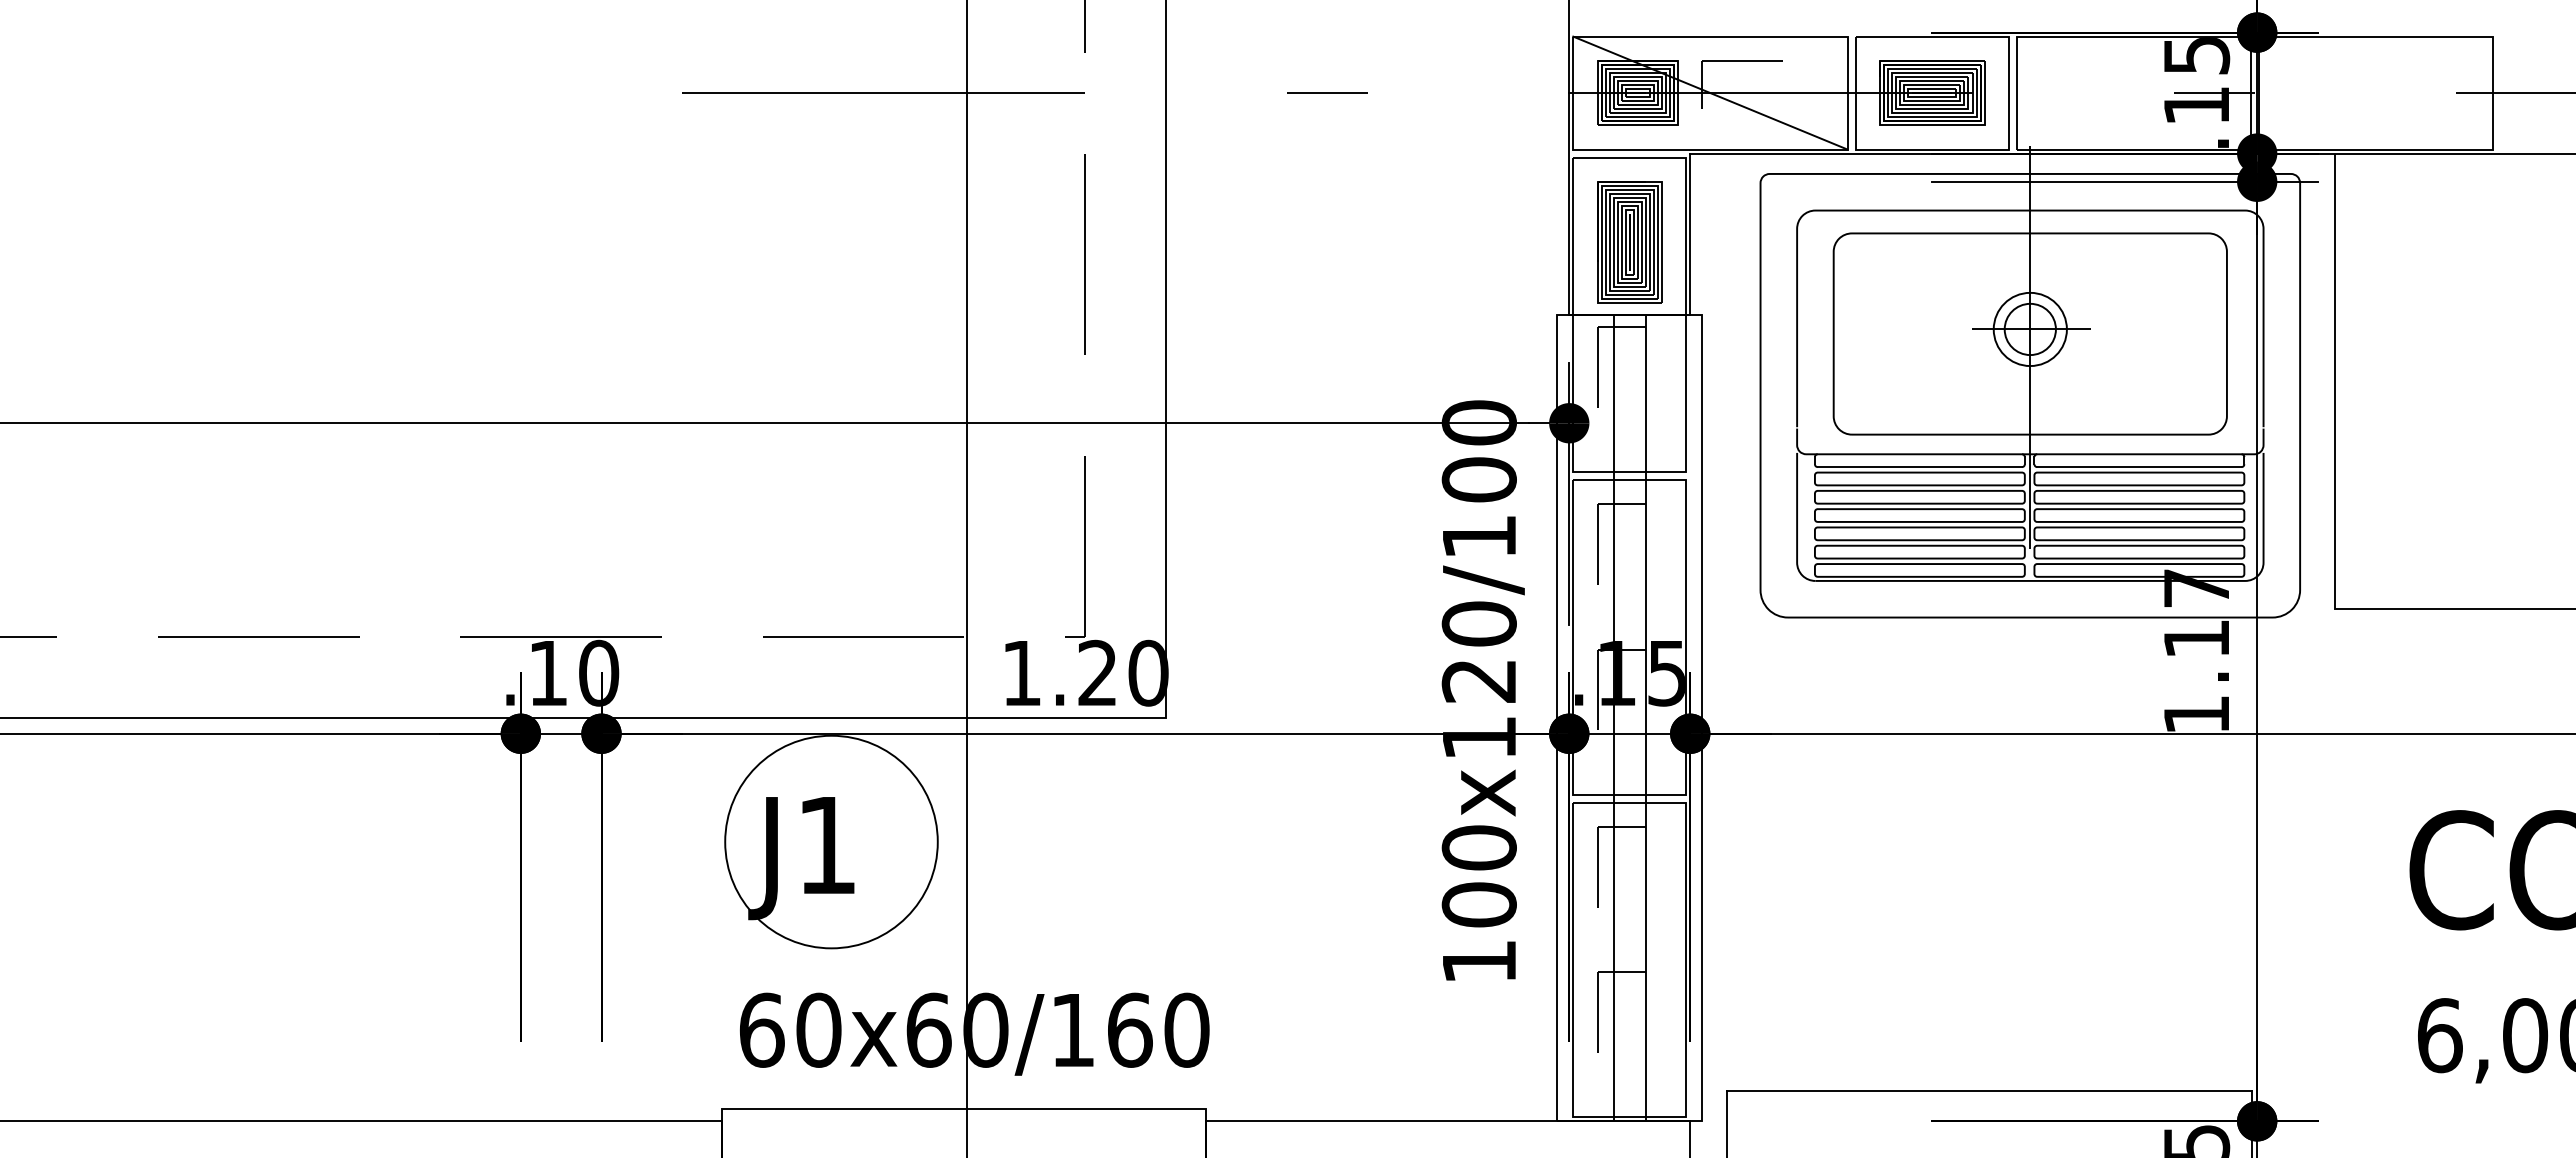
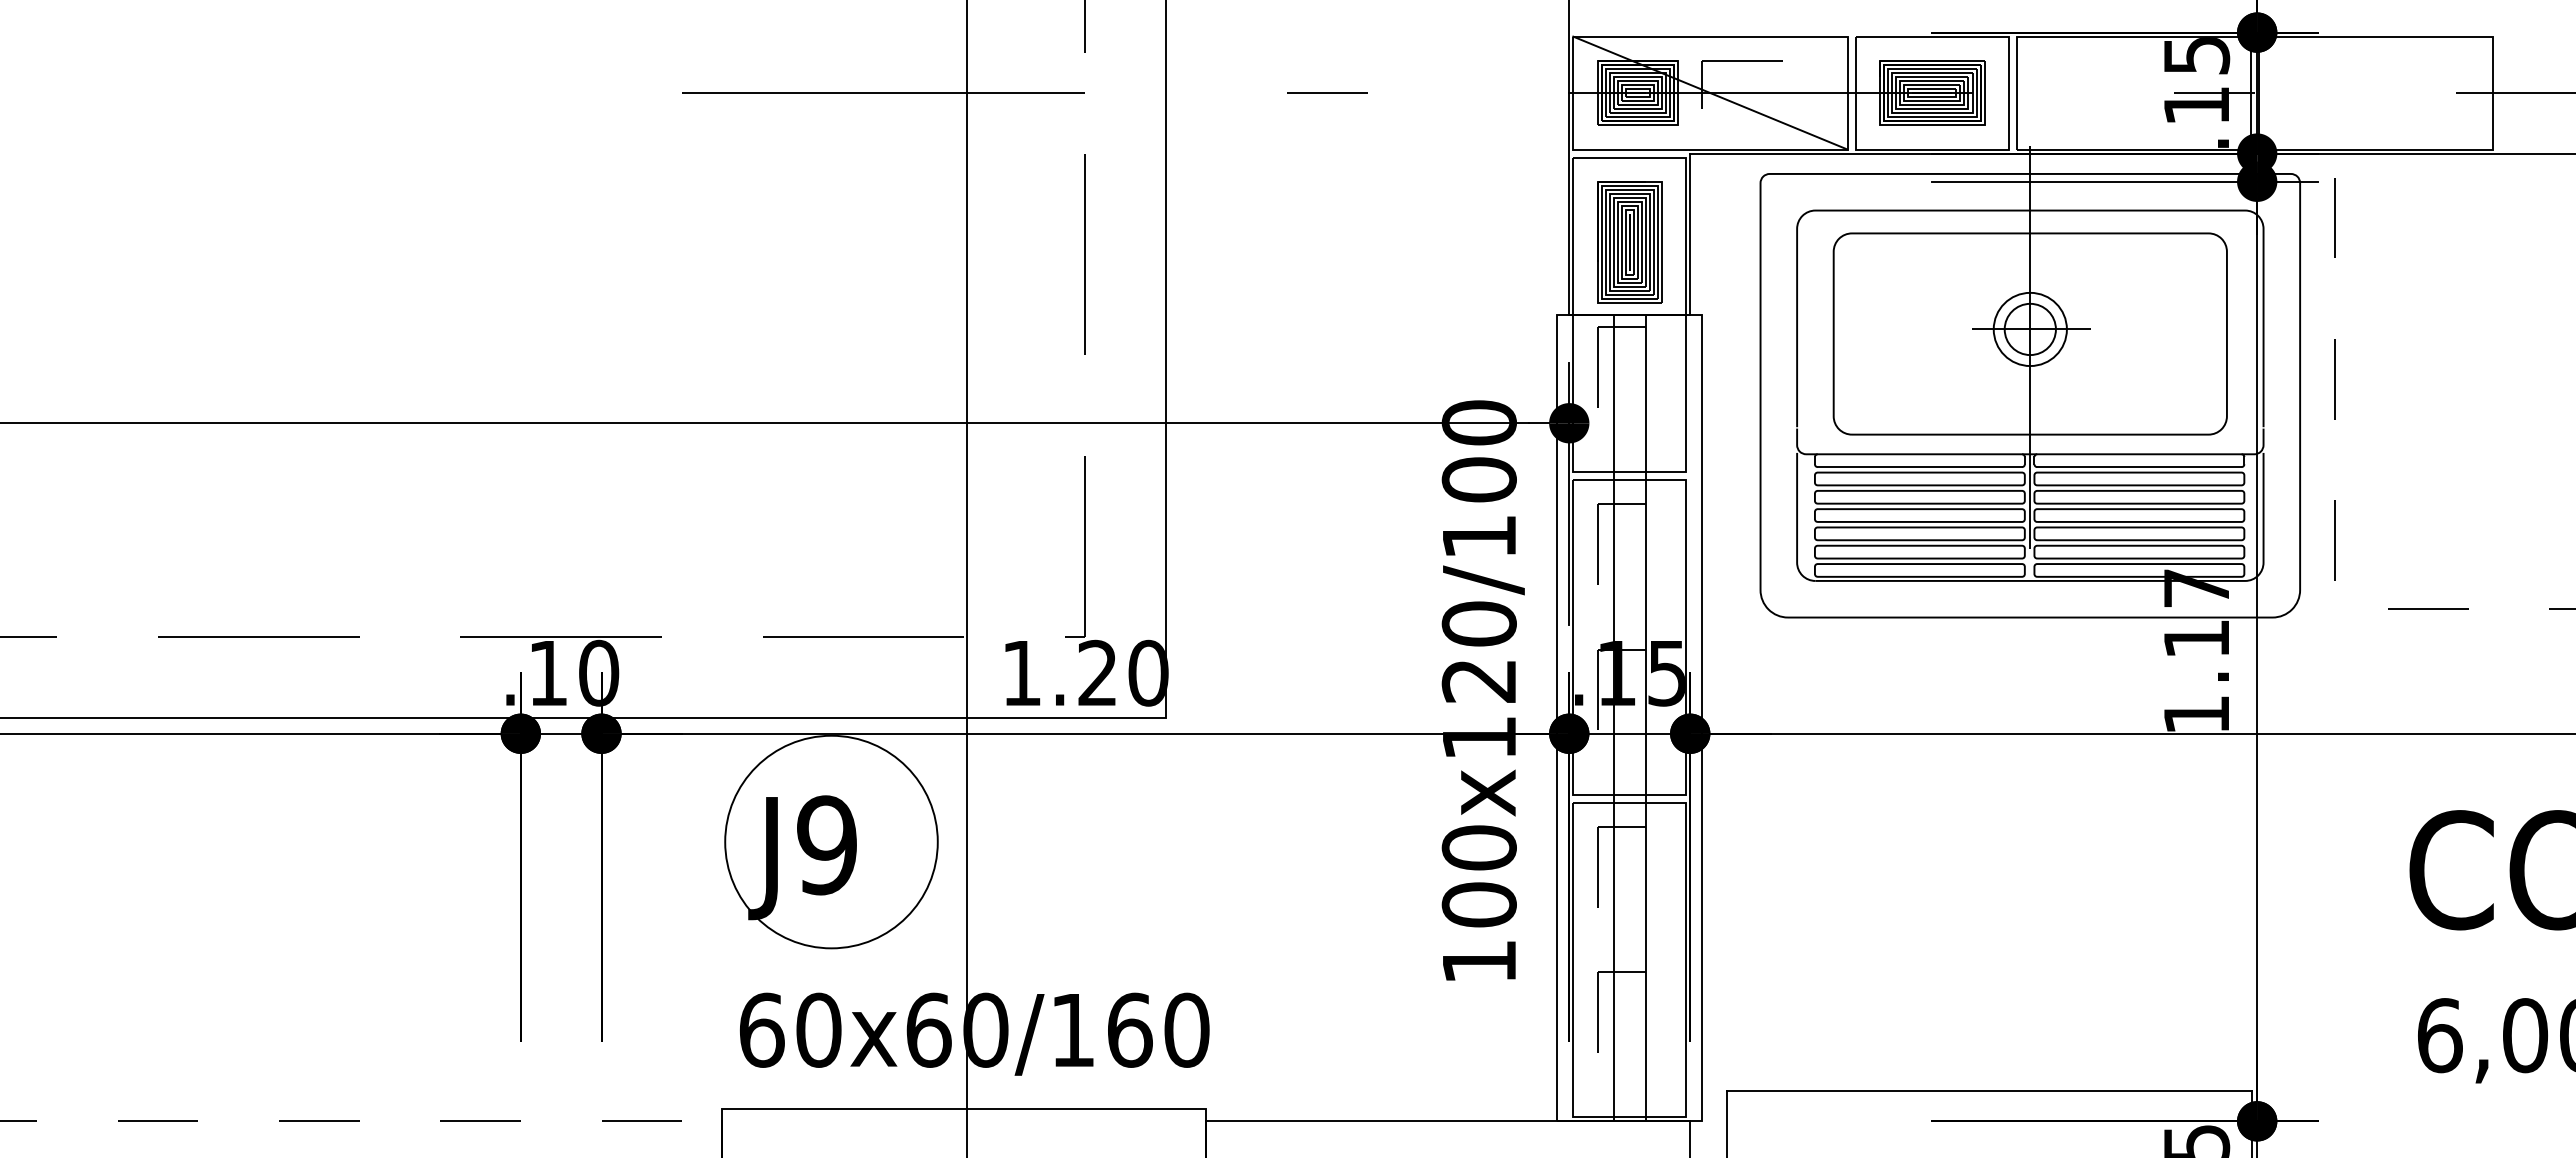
line at (2335, 501): solid -> dashed
text at (826, 845): J1 -> J9
line at (361, 1121): solid -> dashed
